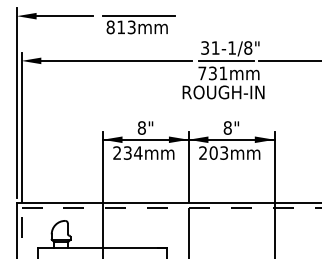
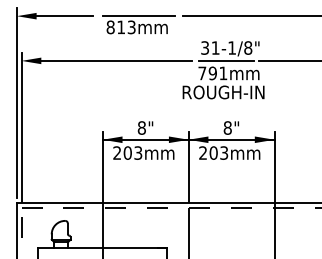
line at (250, 16): none -> present
text at (212, 73): 731mm -> 791mm
text at (132, 152): 234mm -> 203mm
